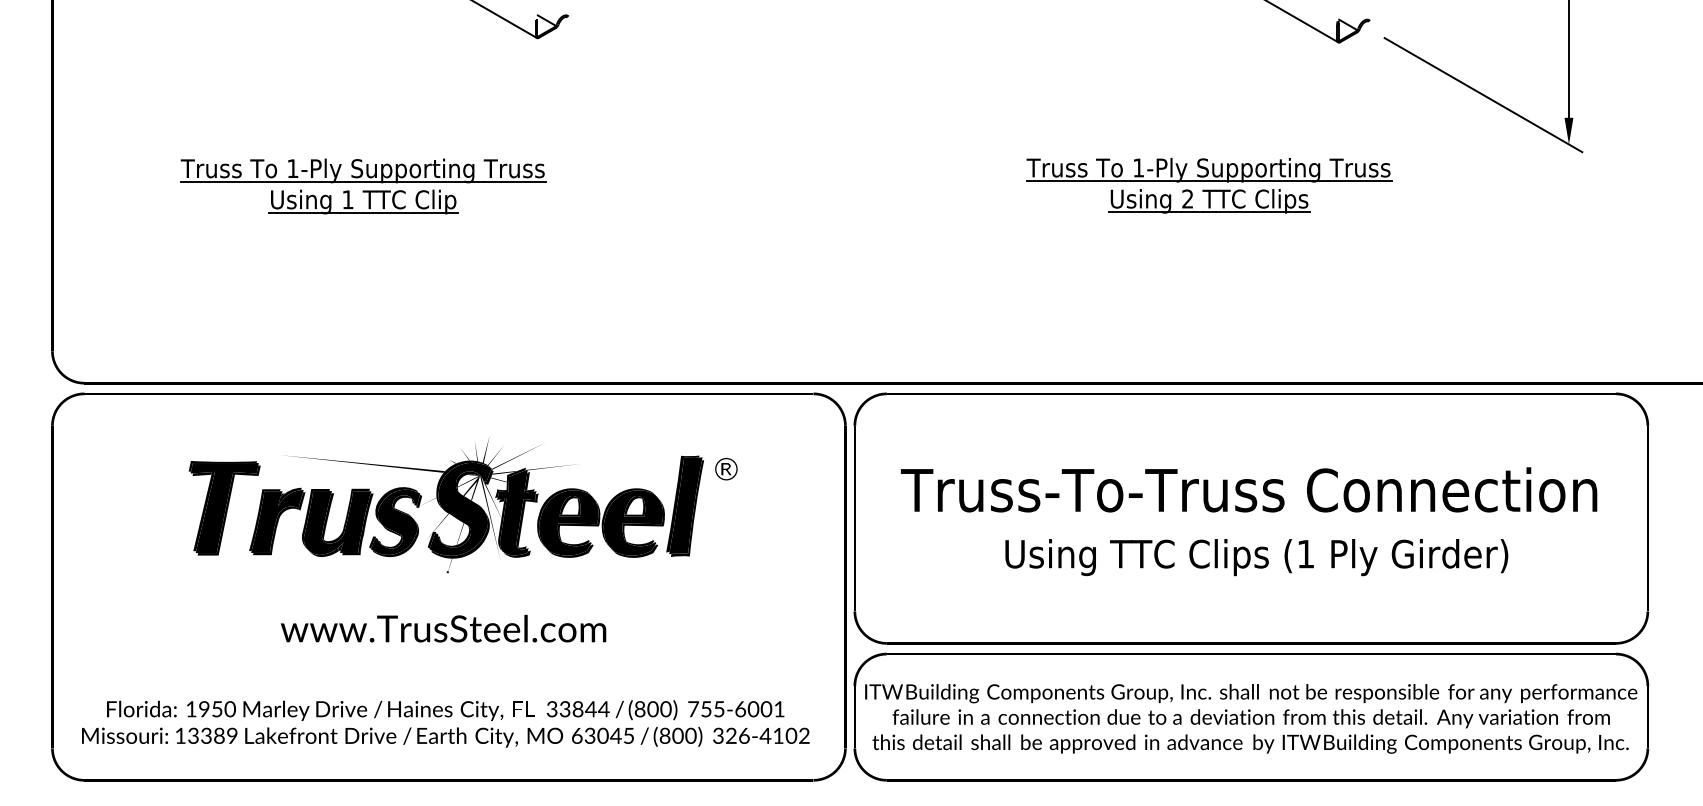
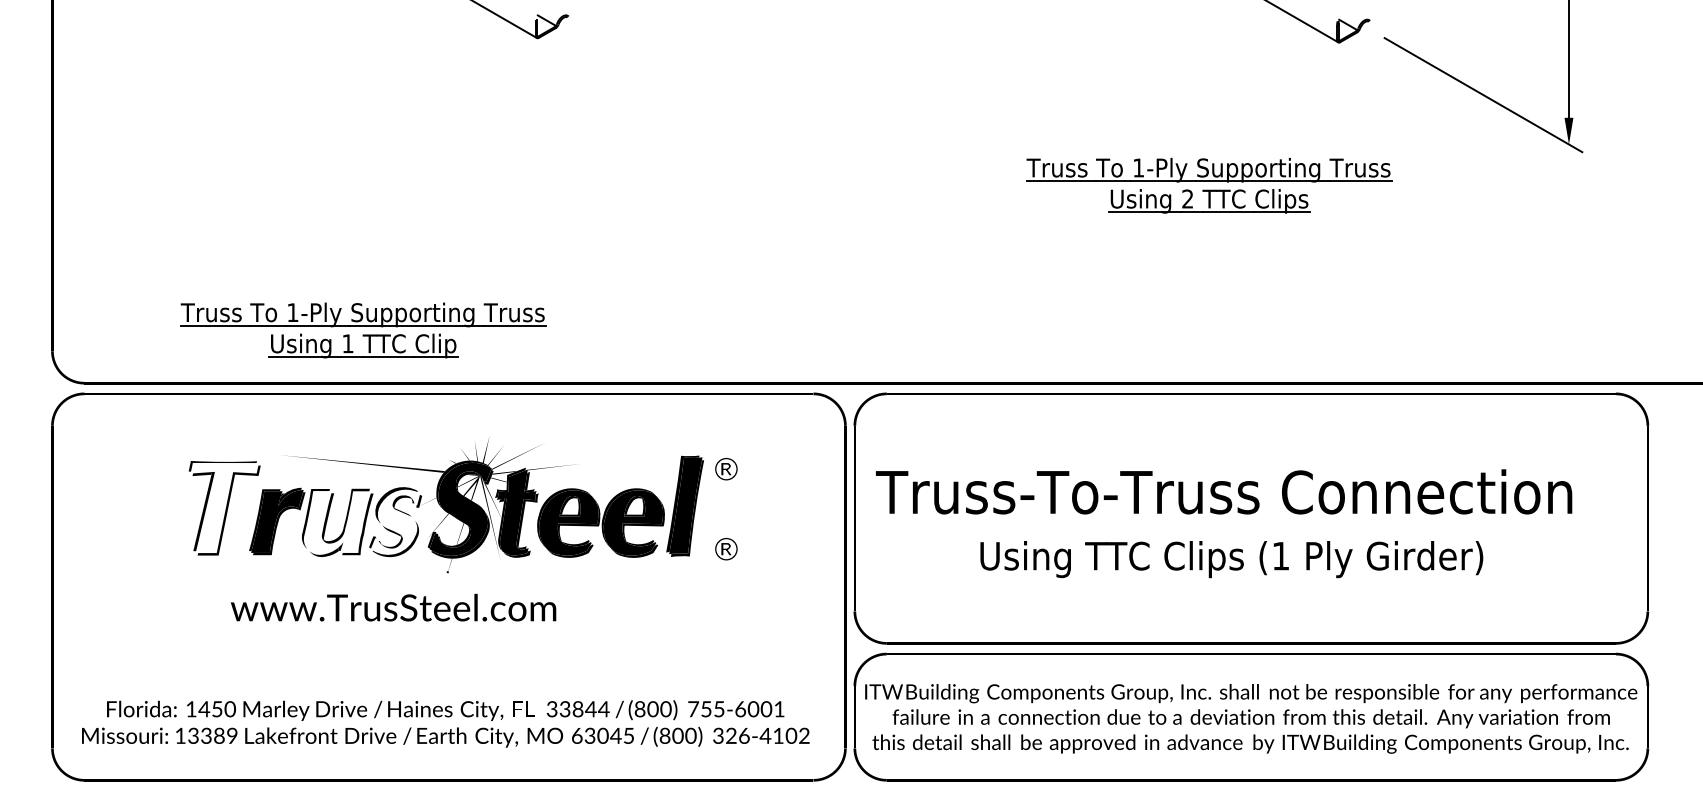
part at (363, 186) position: (363, 186) -> (363, 330)
fill at (224, 508): present -> none
fill at (395, 521): present -> none
text at (1249, 521) position: (1249, 521) -> (1224, 523)
fill at (337, 522): present -> none
part at (726, 549): none -> present
text at (443, 628) position: (443, 628) -> (393, 607)
text at (204, 709): 1950 -> 1450
